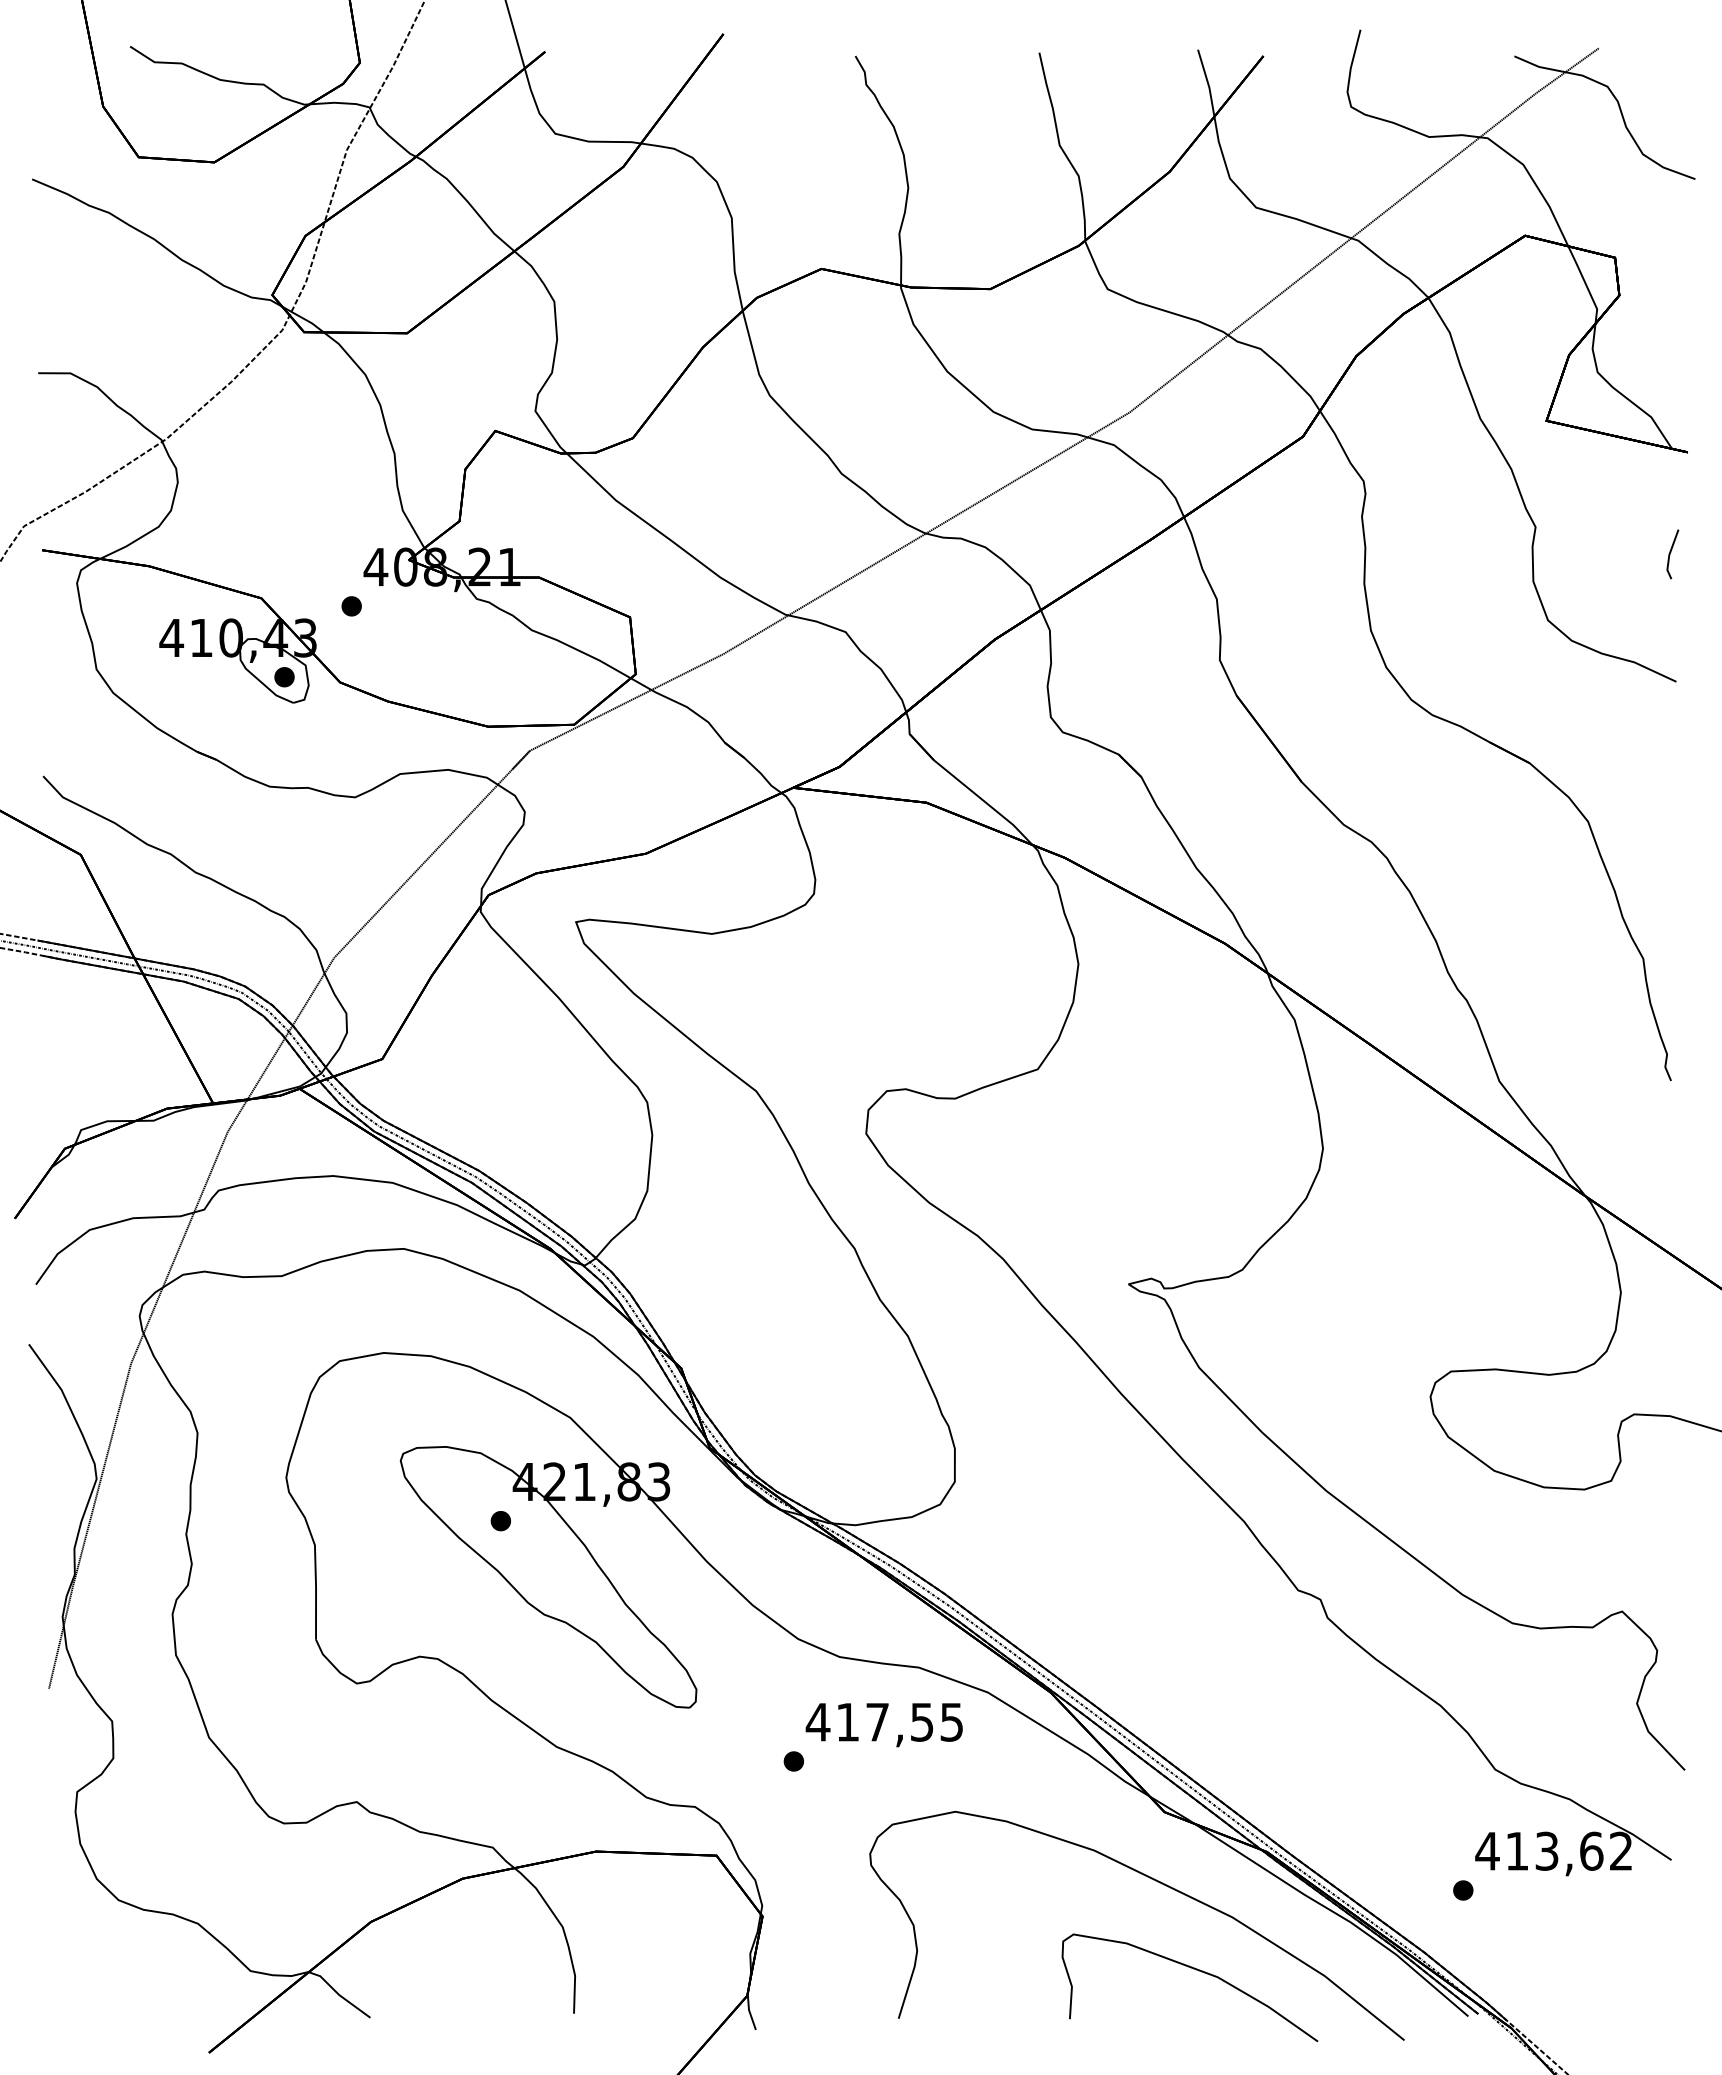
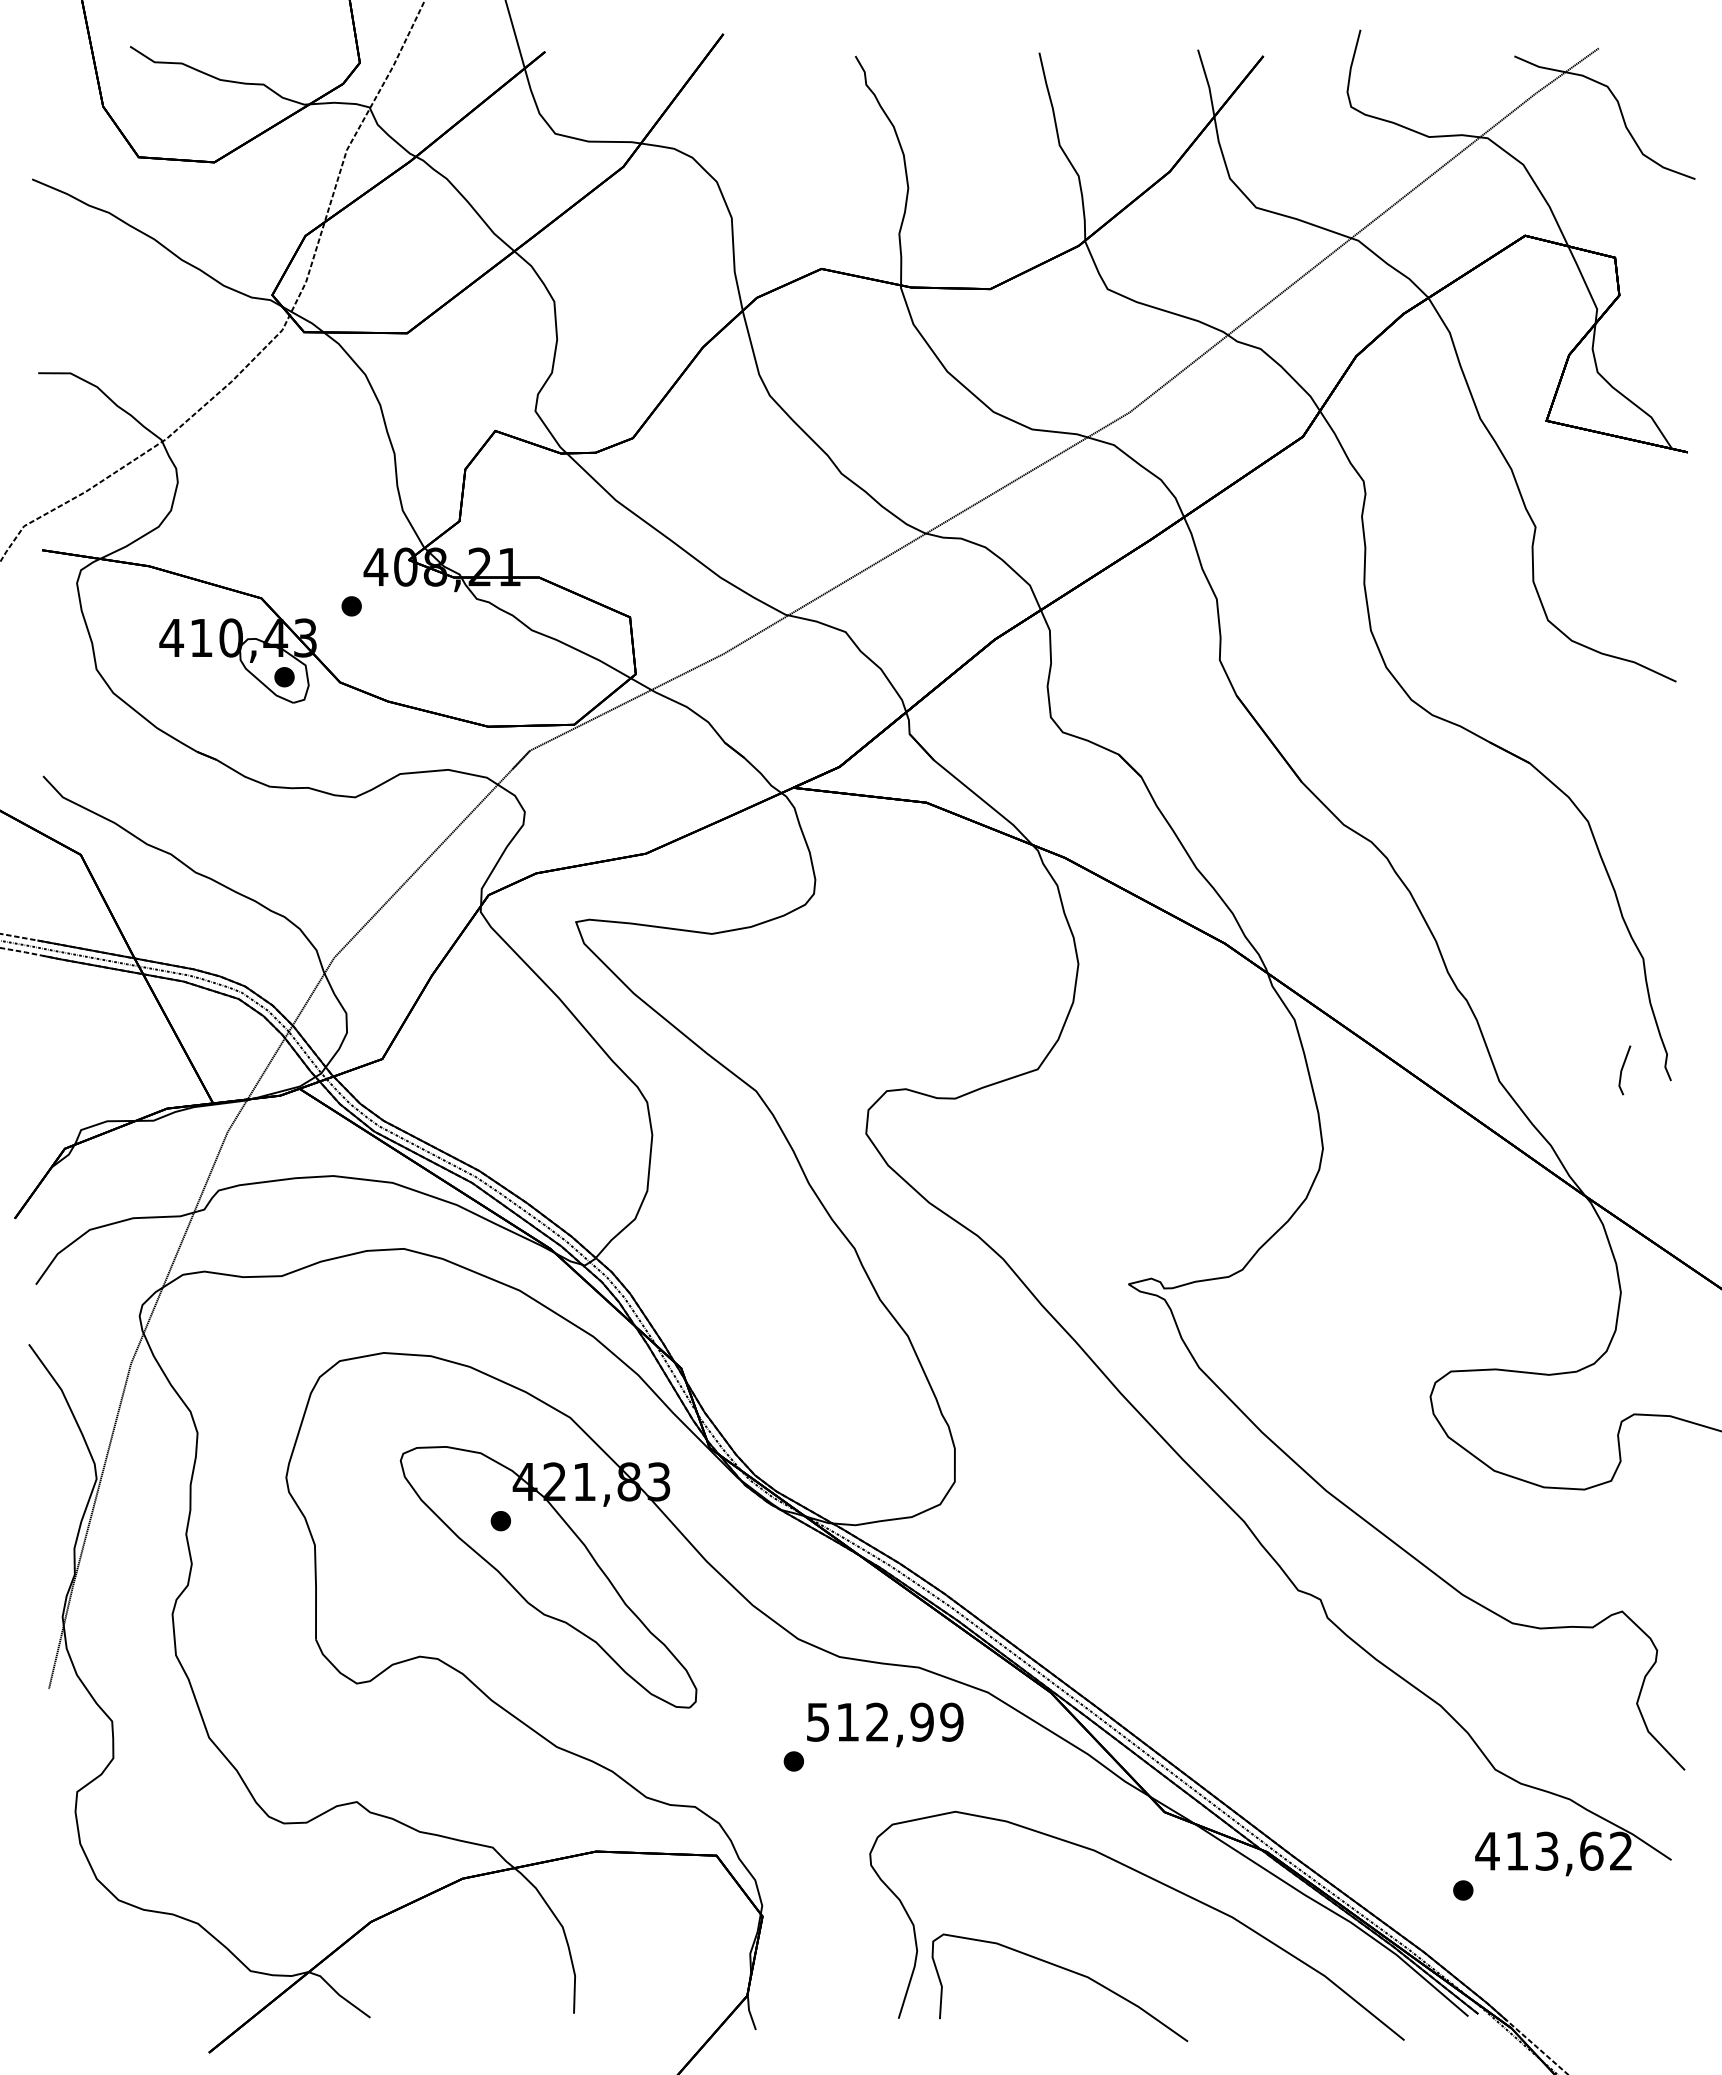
line at (1670, 554) position: (1670, 554) -> (1622, 1070)
text at (884, 1721): 417,55 -> 512,99
curve at (1198, 1971) position: (1198, 1971) -> (1068, 1971)
